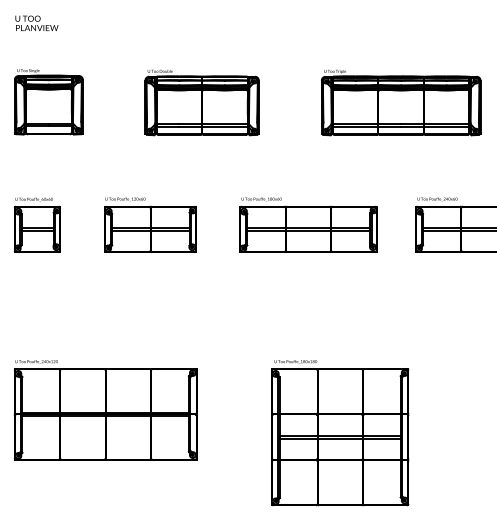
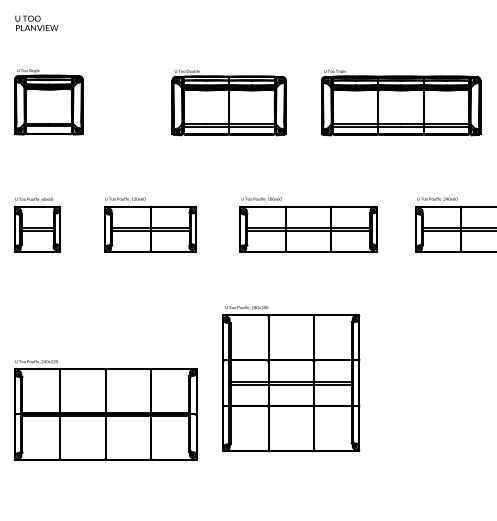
part at (201, 102) position: (201, 102) -> (228, 102)
part at (340, 433) position: (340, 433) -> (291, 379)
